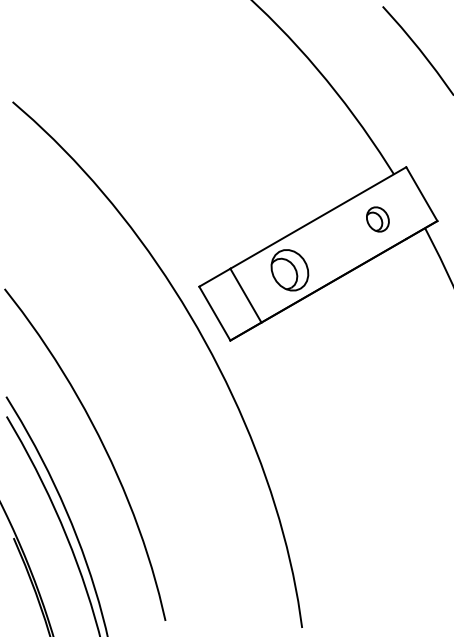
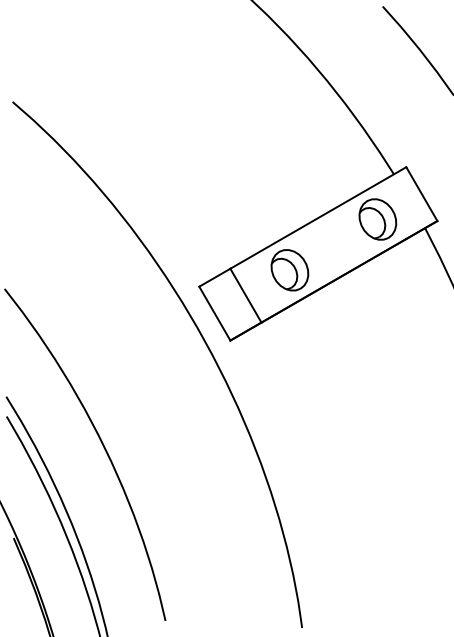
part at (377, 219) size: 24x27 px -> 40x43 px
